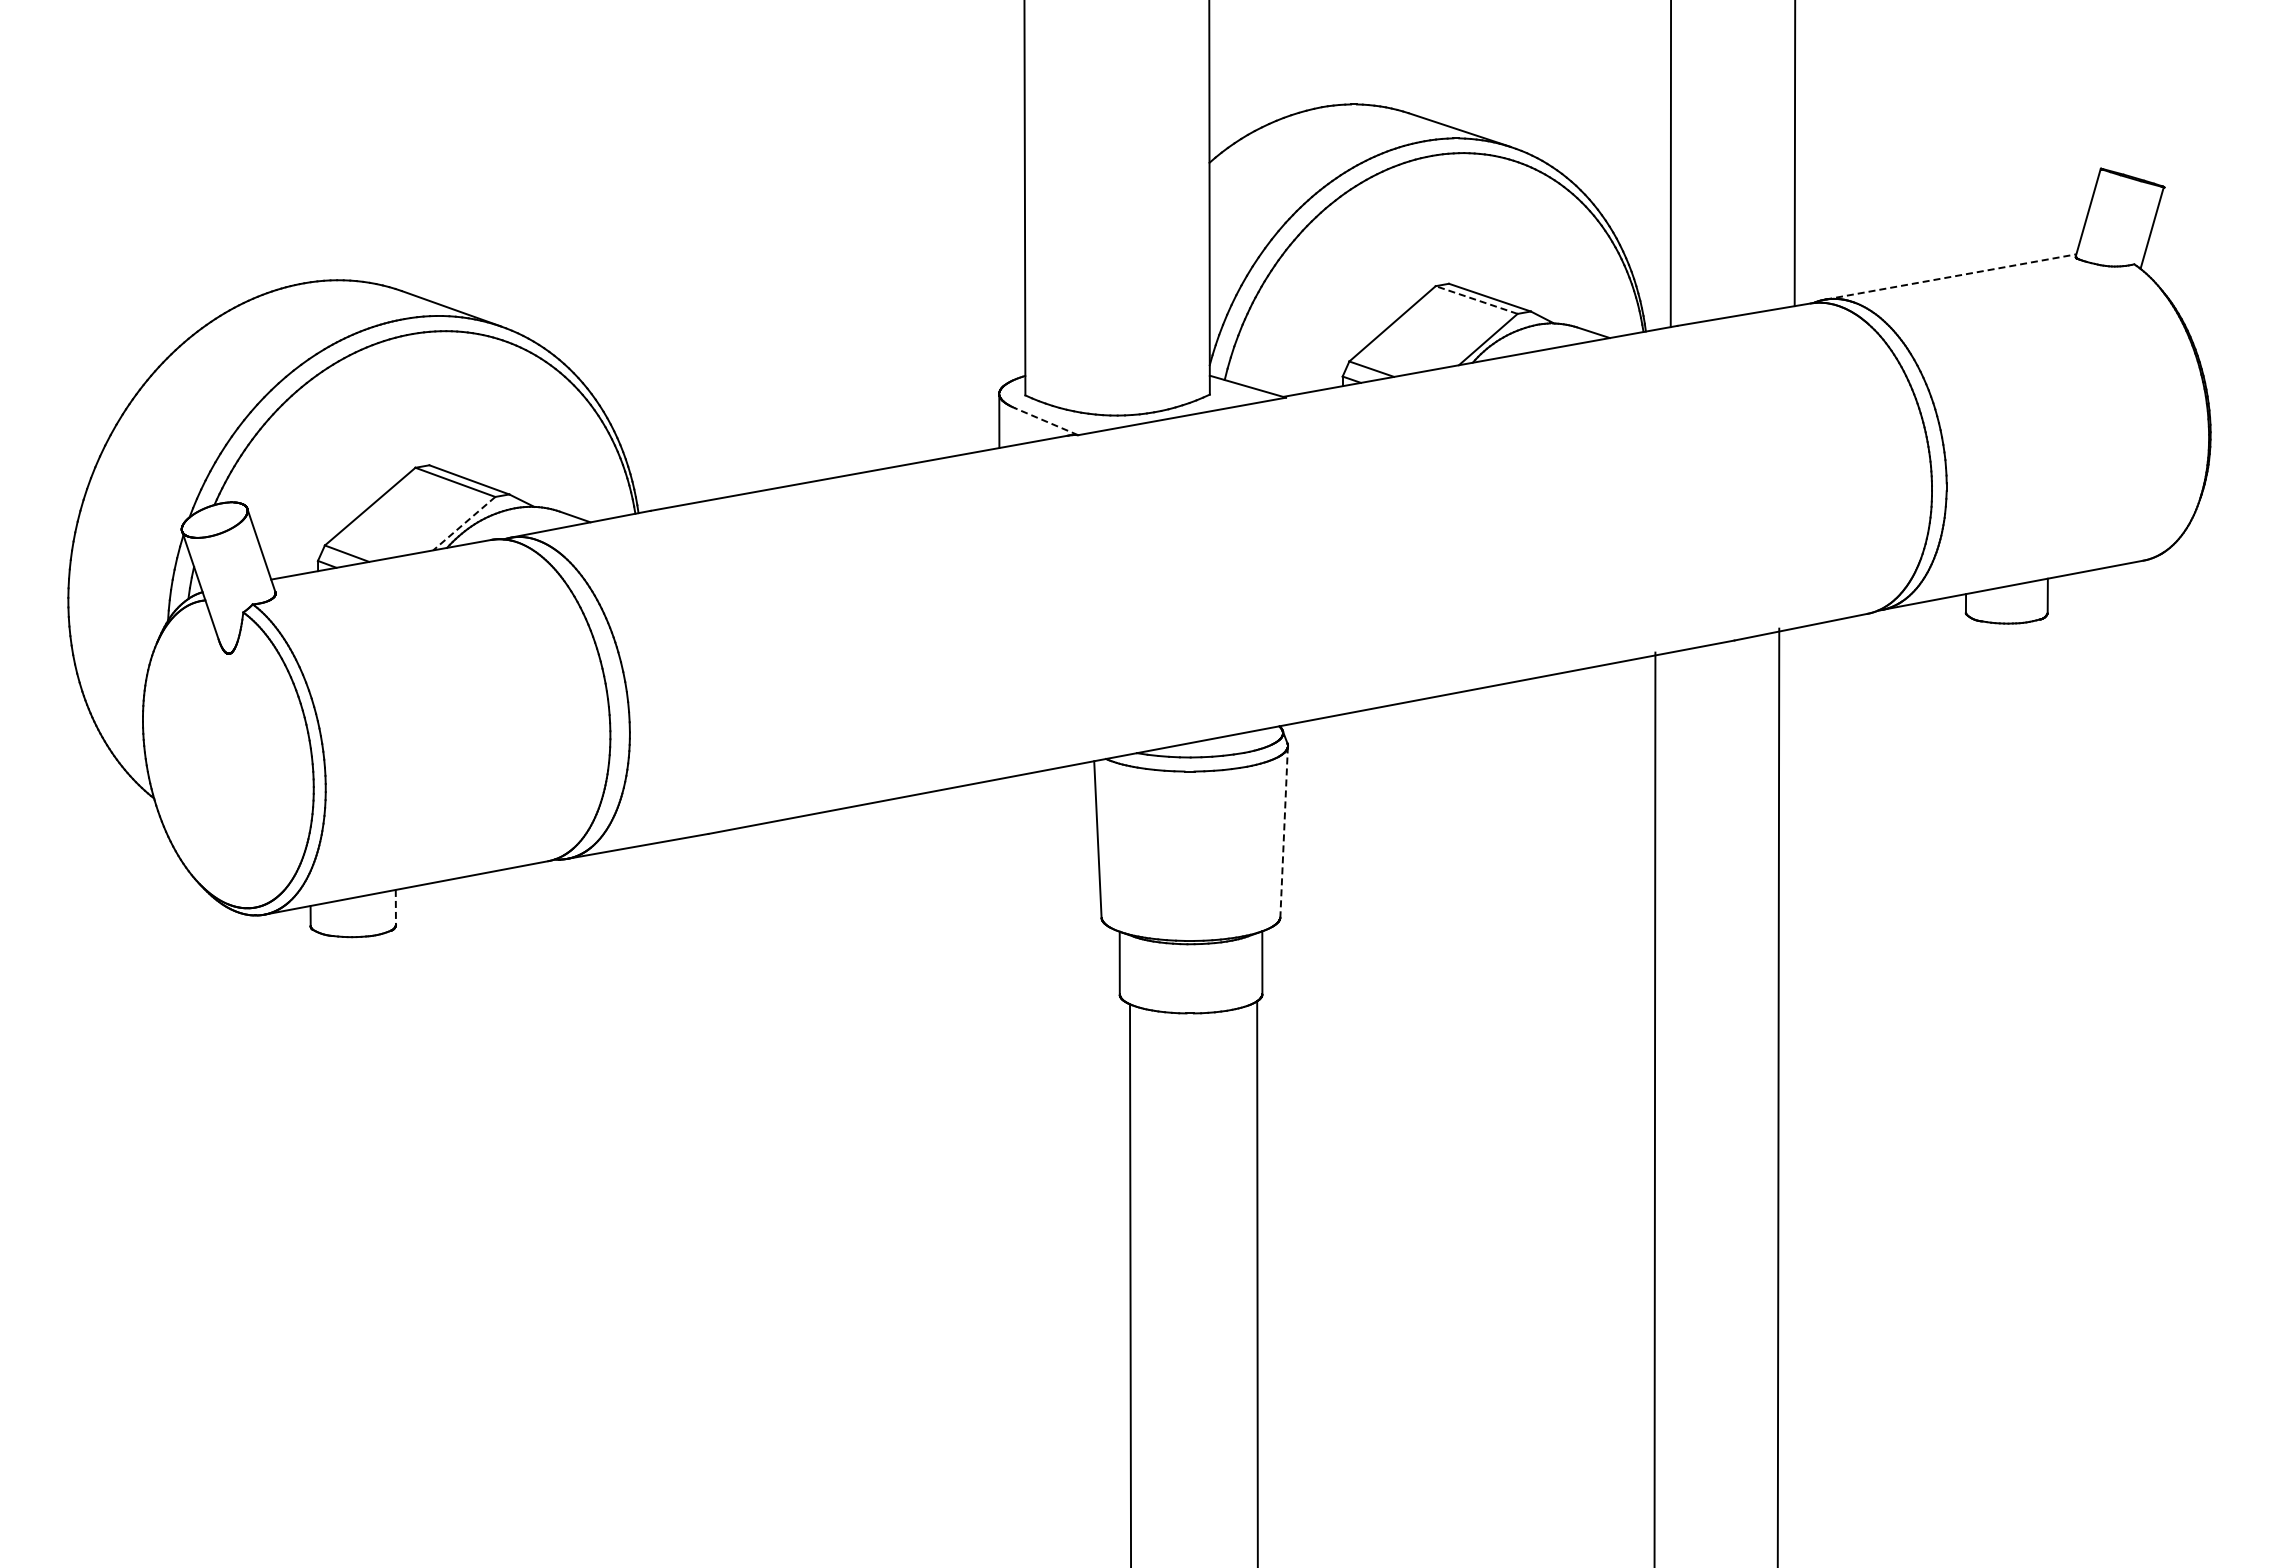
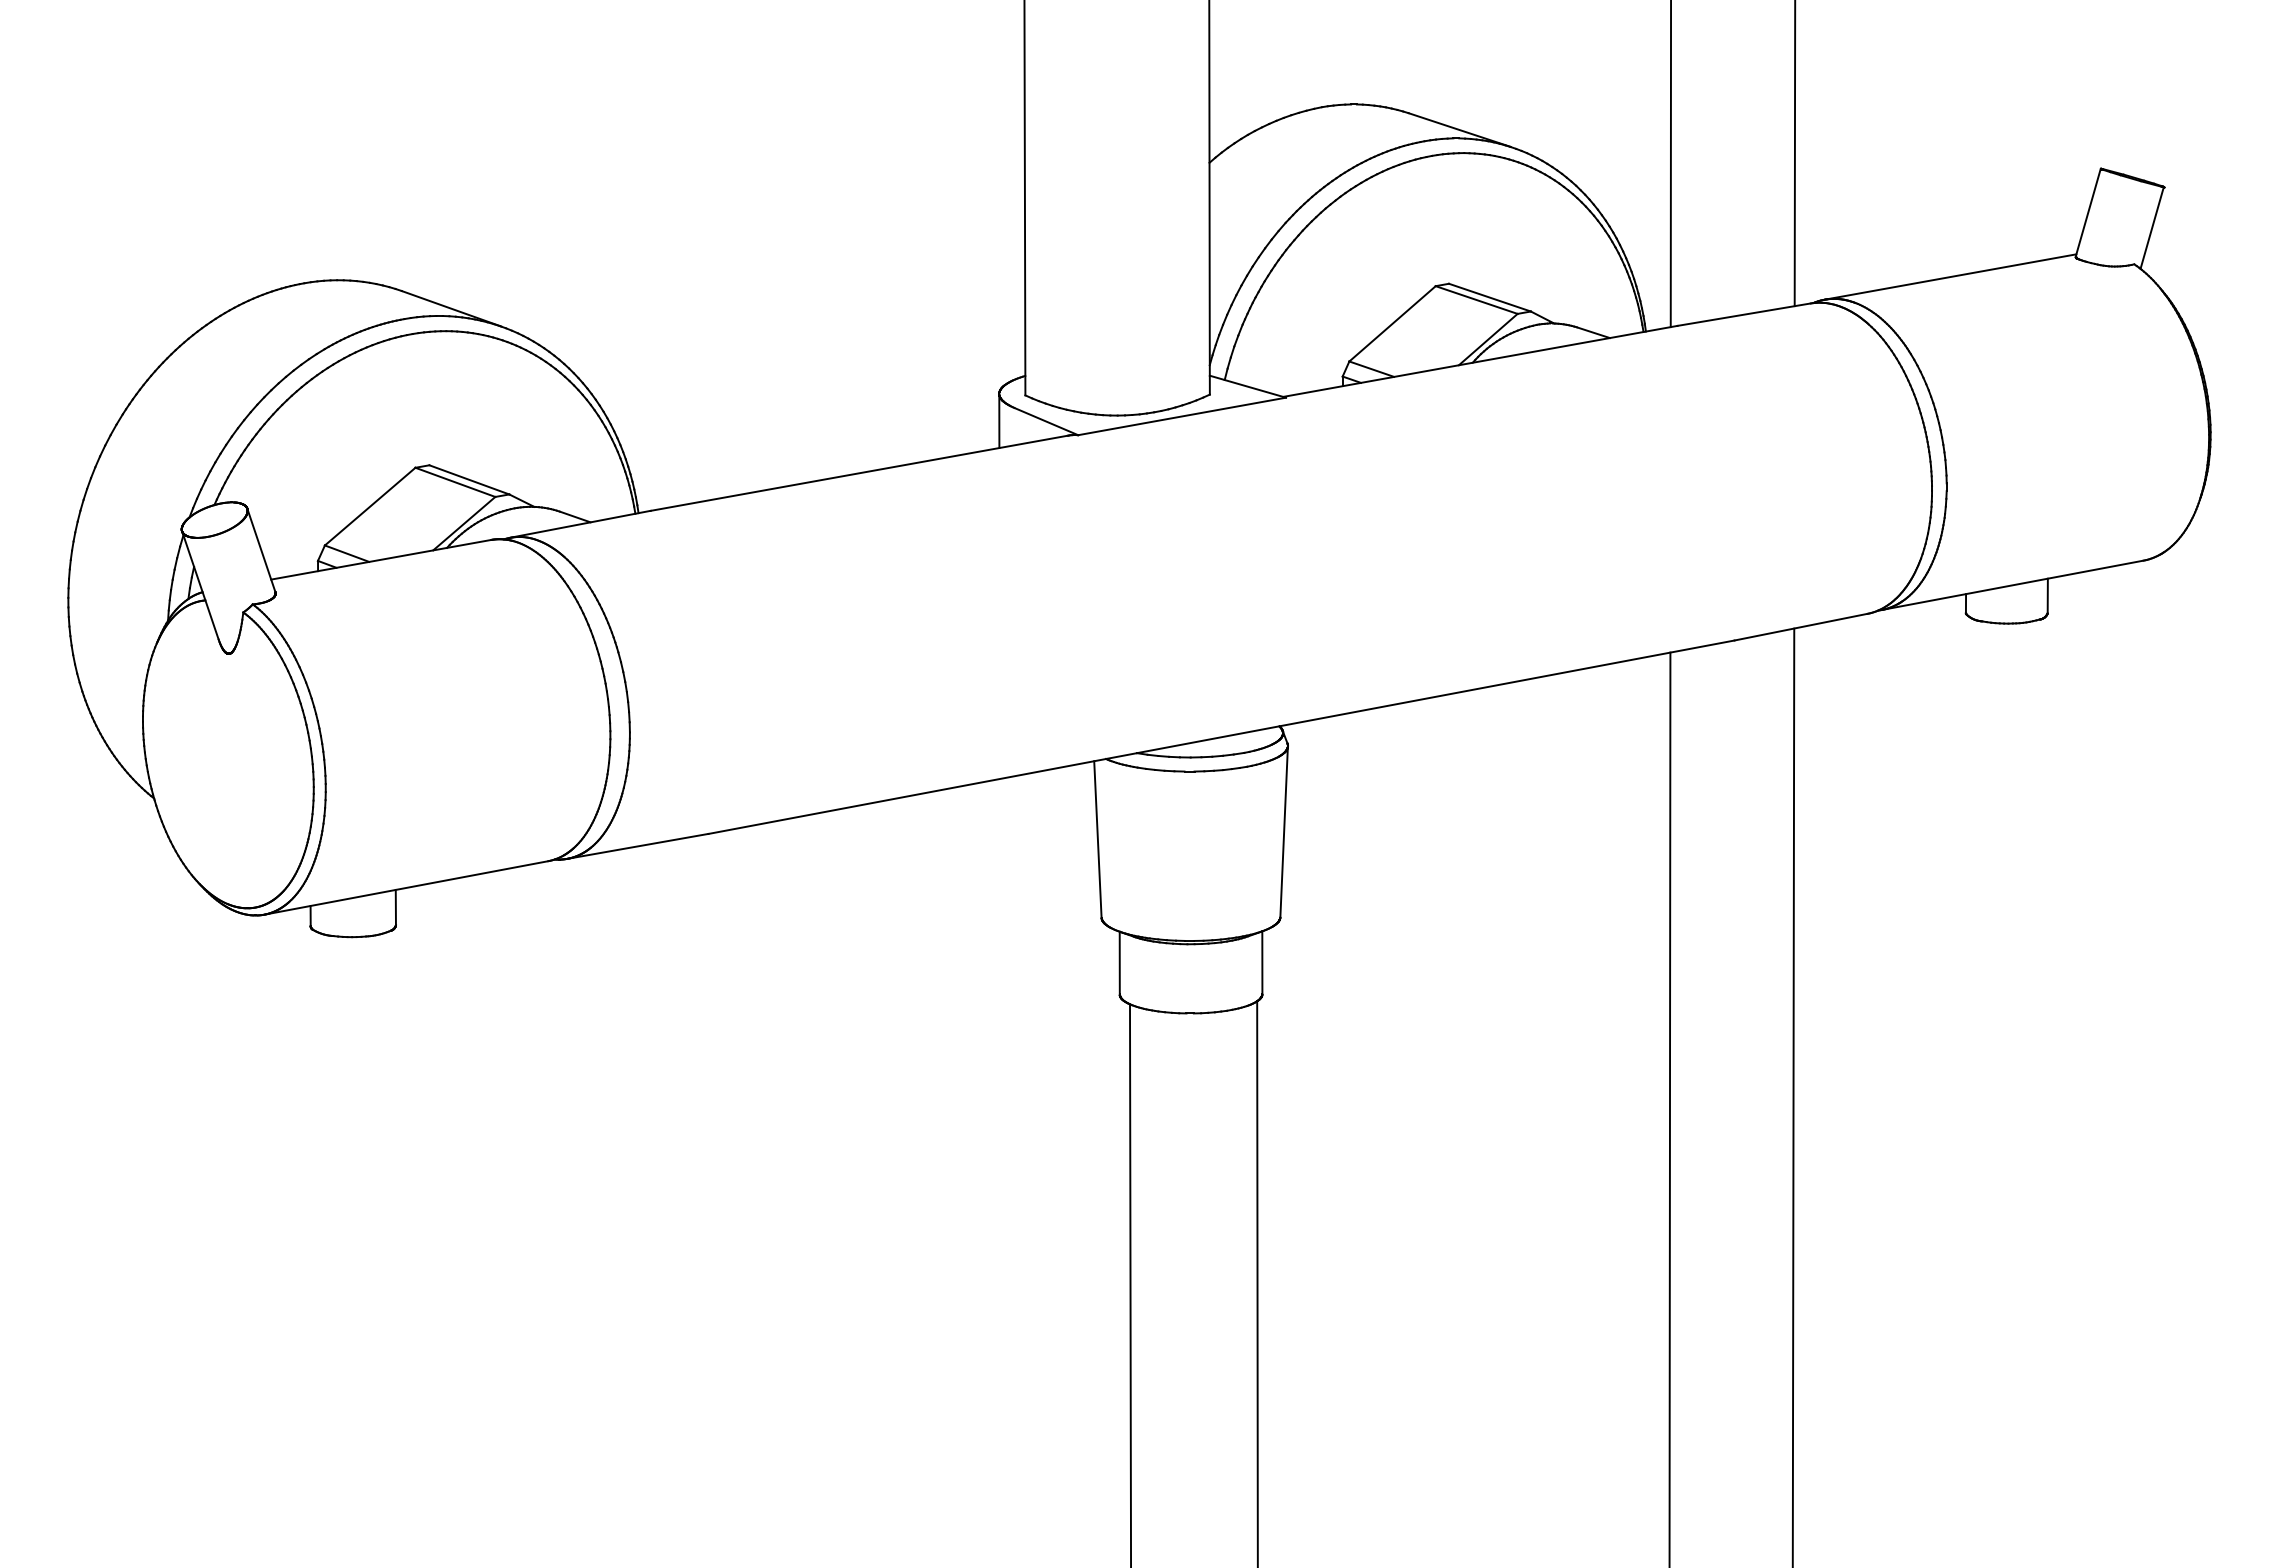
line at (1950, 276): dashed -> solid
line at (1476, 299): dashed -> solid
line at (1046, 421): dashed -> solid
line at (464, 523): dashed -> solid
line at (1284, 832): dashed -> solid
line at (395, 907): dashed -> solid
line at (1778, 1096) position: (1778, 1096) -> (1793, 1096)
line at (1654, 1108) position: (1654, 1108) -> (1669, 1108)
